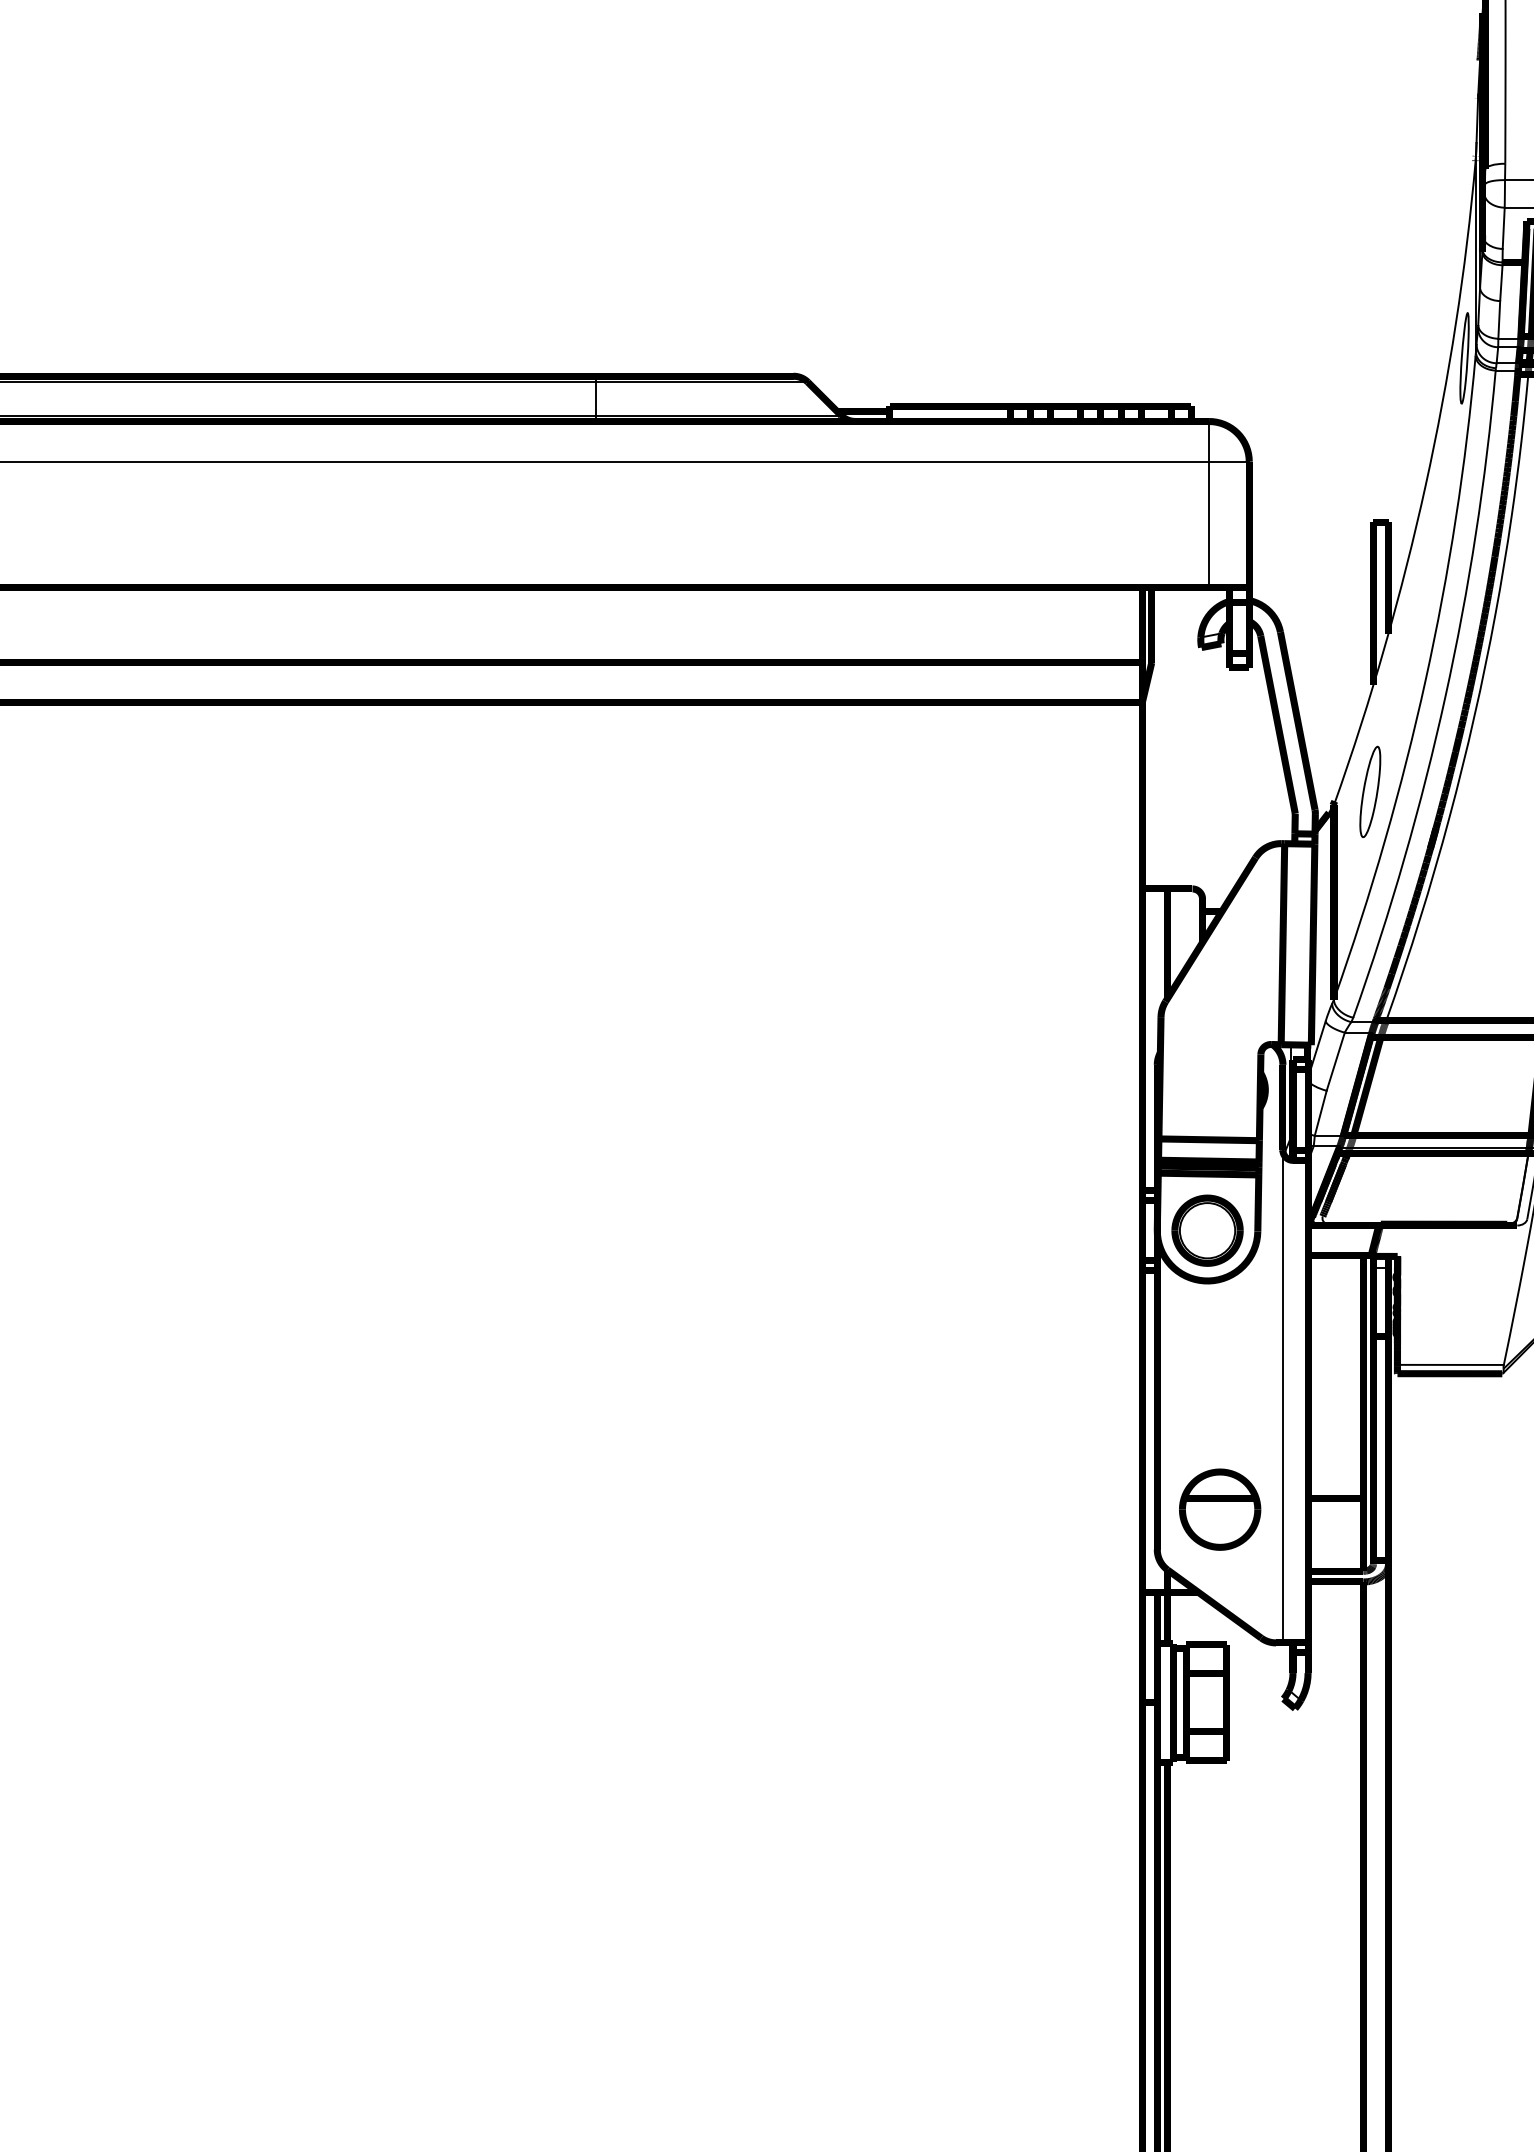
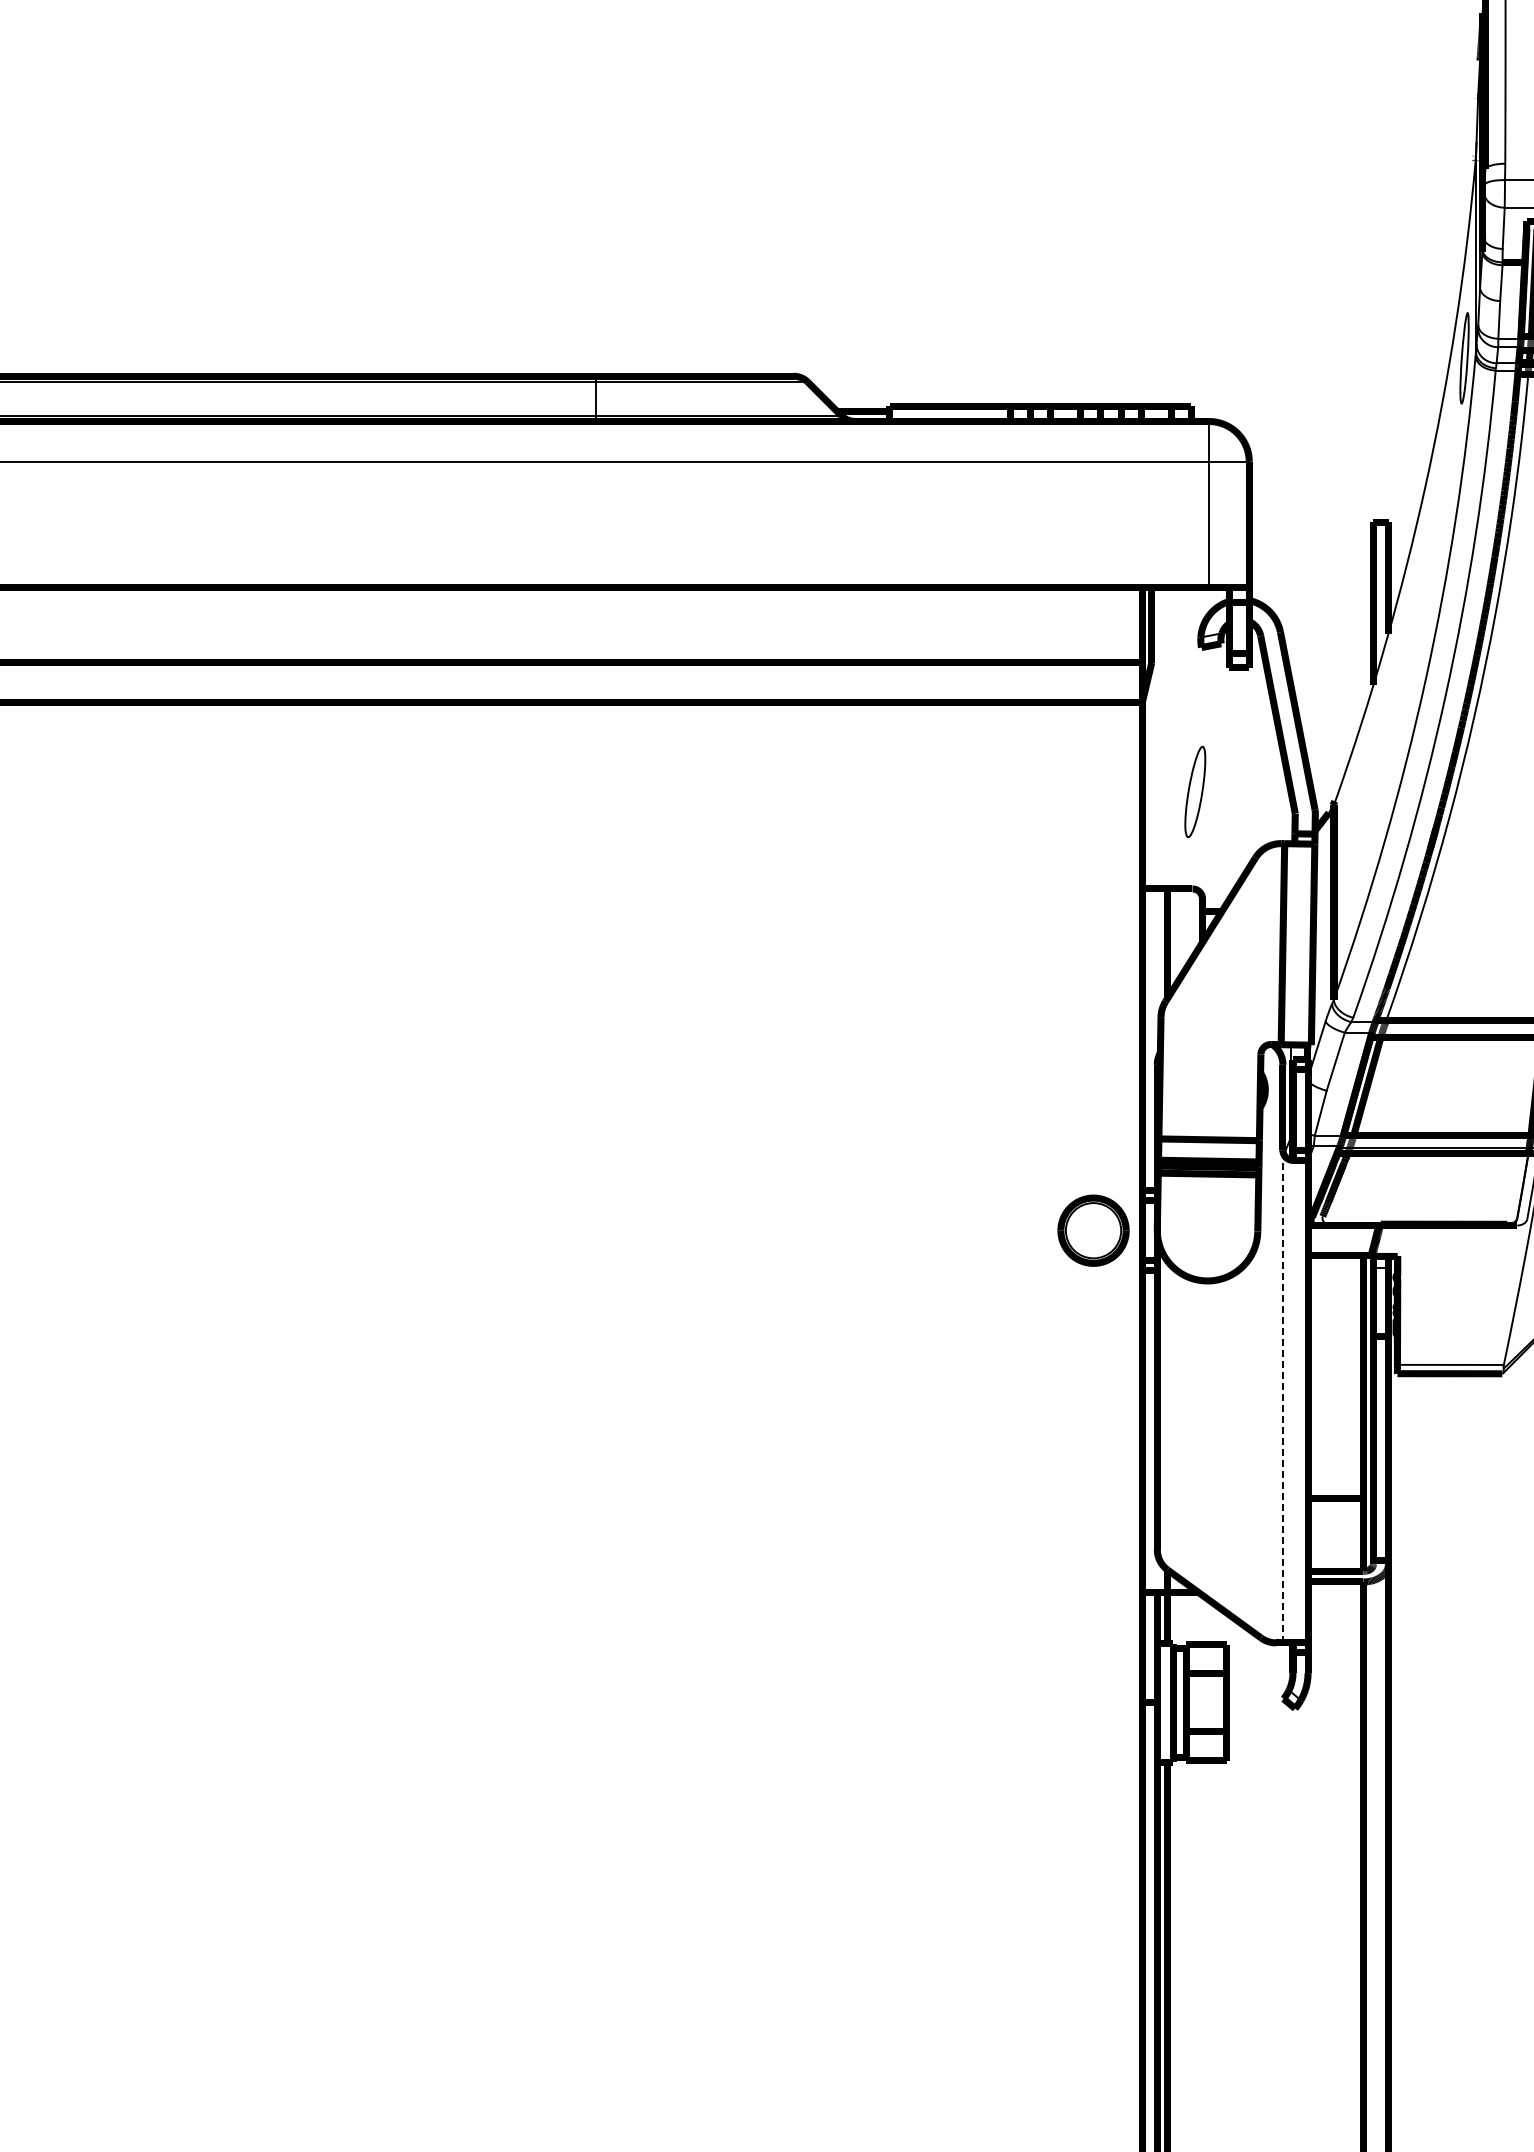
part at (1370, 791) position: (1370, 791) -> (1195, 791)
part at (1207, 1230) position: (1207, 1230) -> (1093, 1230)
line at (1282, 1396): solid -> dashed
part at (1220, 1509): present -> none
